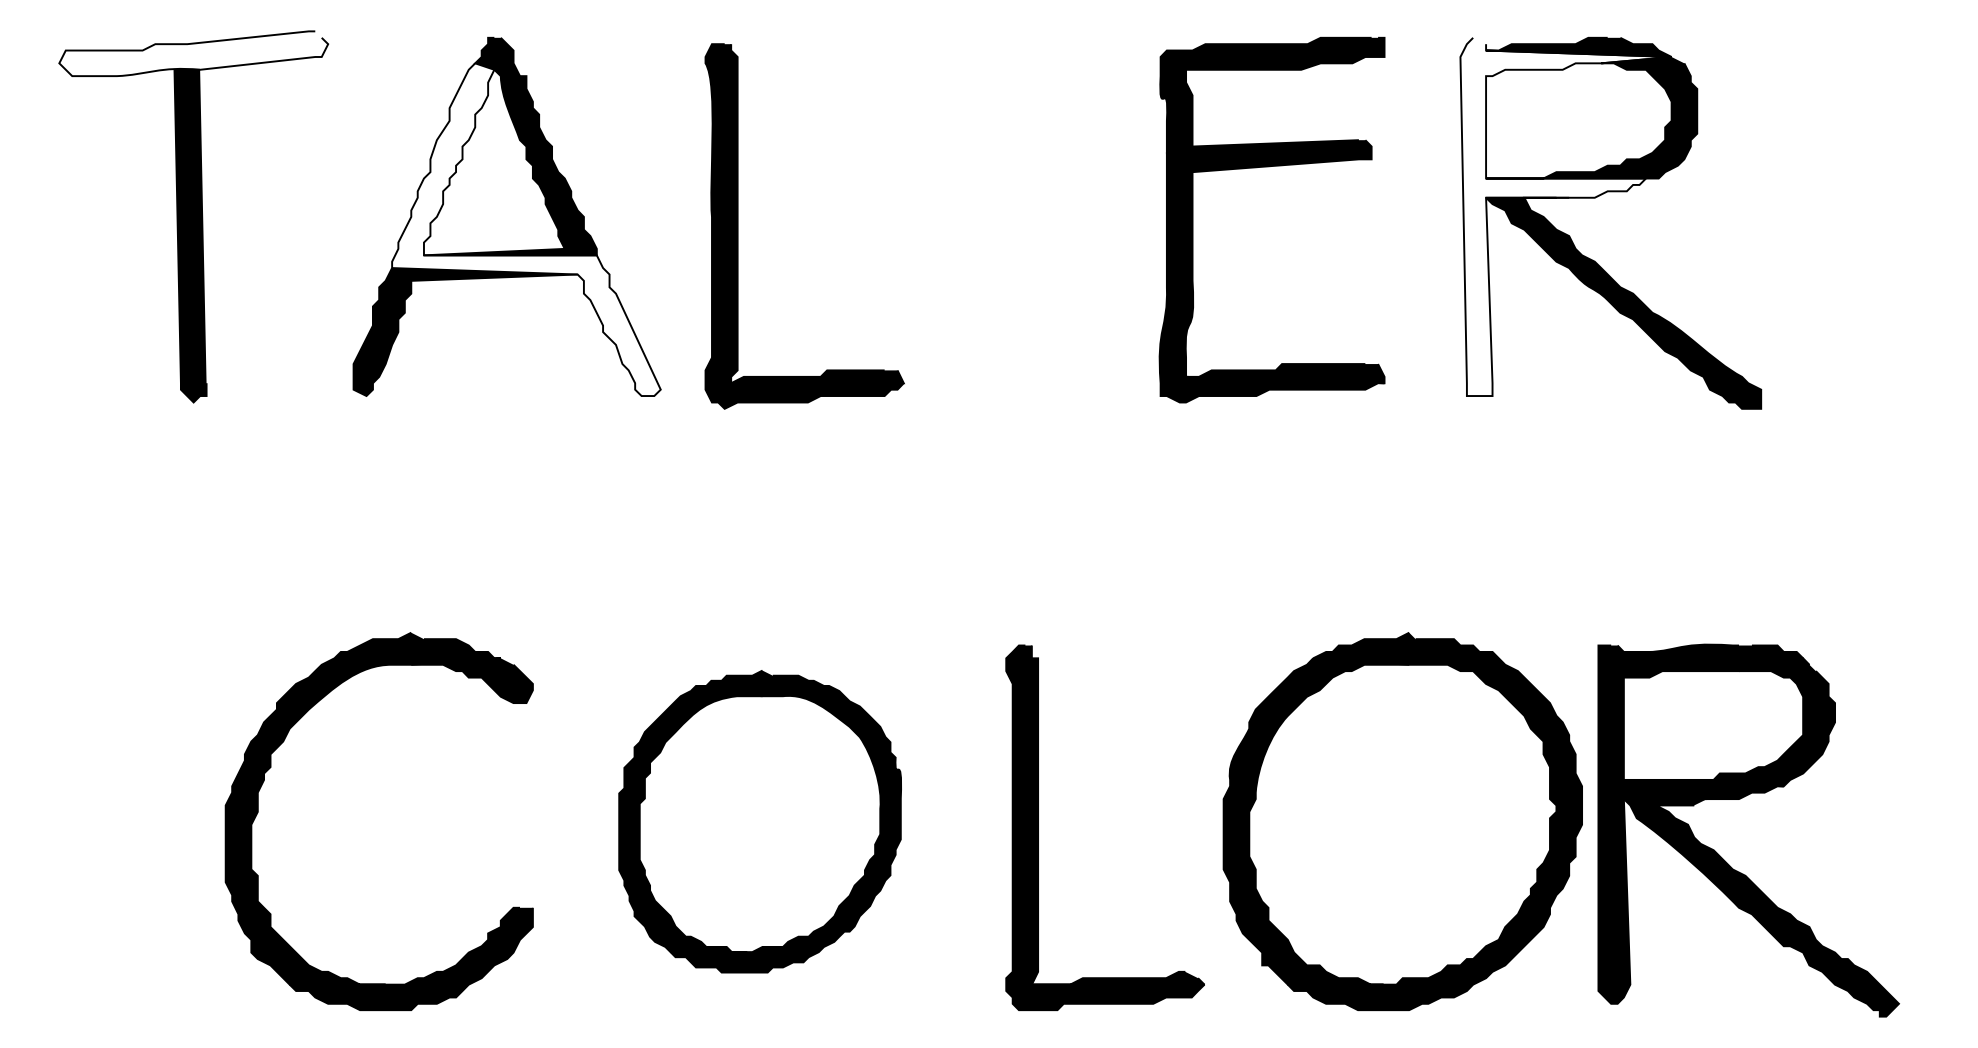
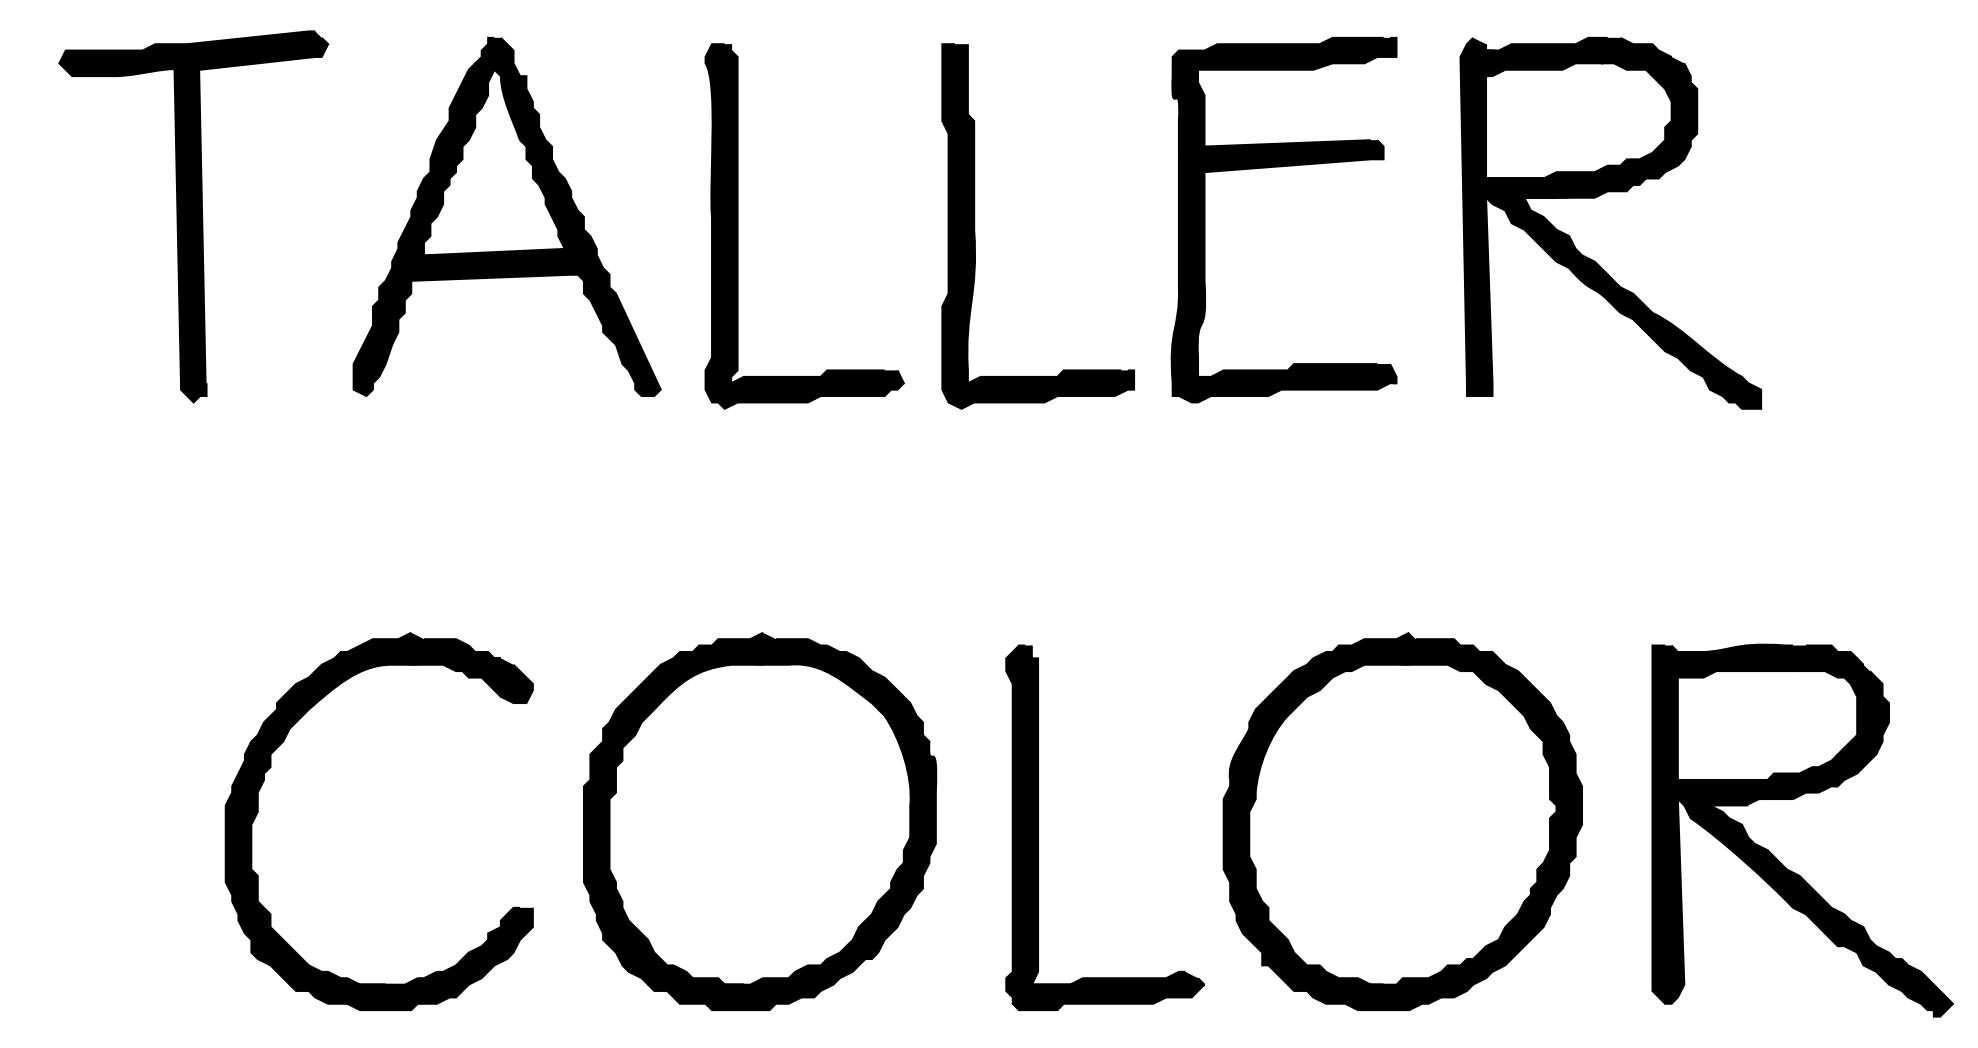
fill at (193, 53): none -> present
part at (1269, 167) position: (1269, 167) -> (1281, 167)
fill at (1565, 216): none -> present
part at (975, 226): none -> present
fill at (526, 229): none -> present
part at (1740, 799) position: (1740, 799) -> (1794, 799)
part at (759, 821) size: 284x304 px -> 355x380 px
